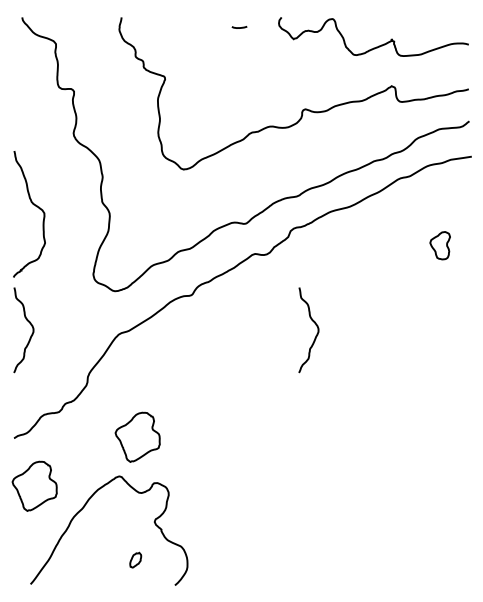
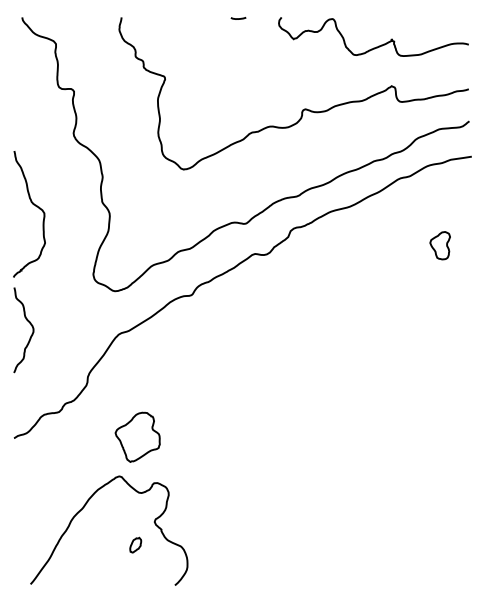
line at (239, 27) position: (239, 27) -> (238, 18)
curve at (316, 333): present -> none
part at (34, 485): present -> none
part at (135, 559) position: (135, 559) -> (135, 544)
